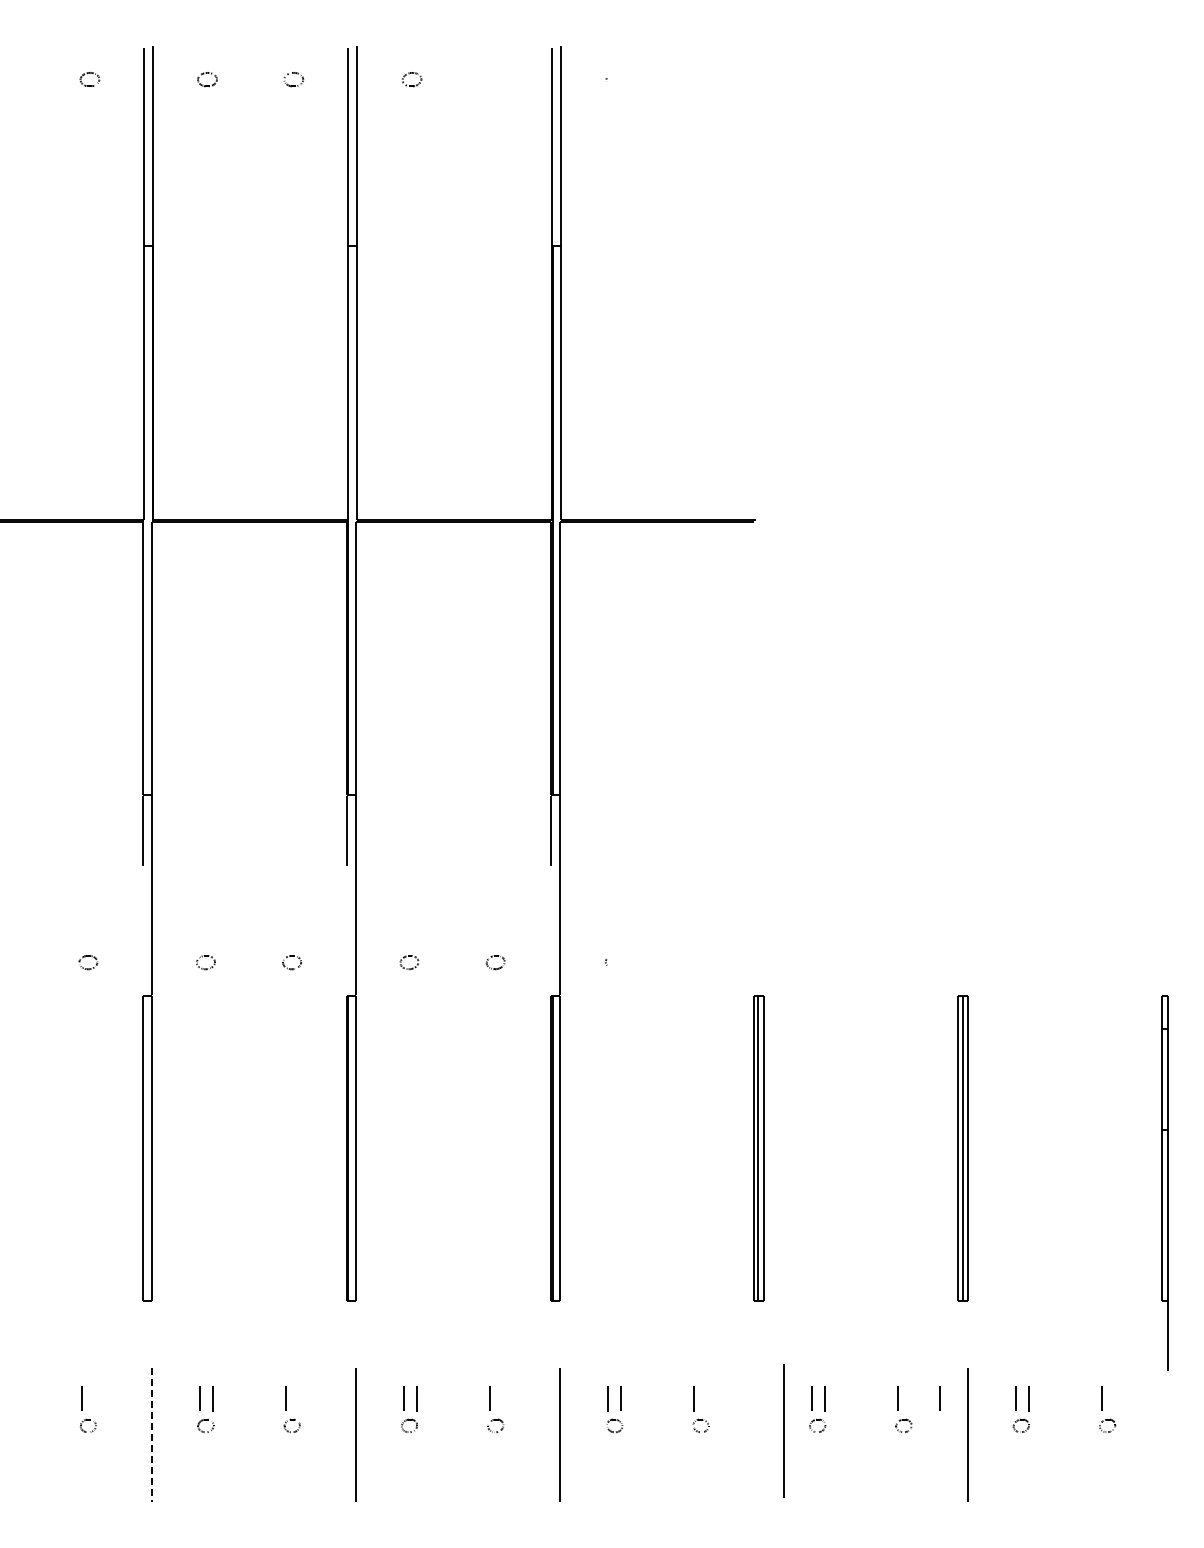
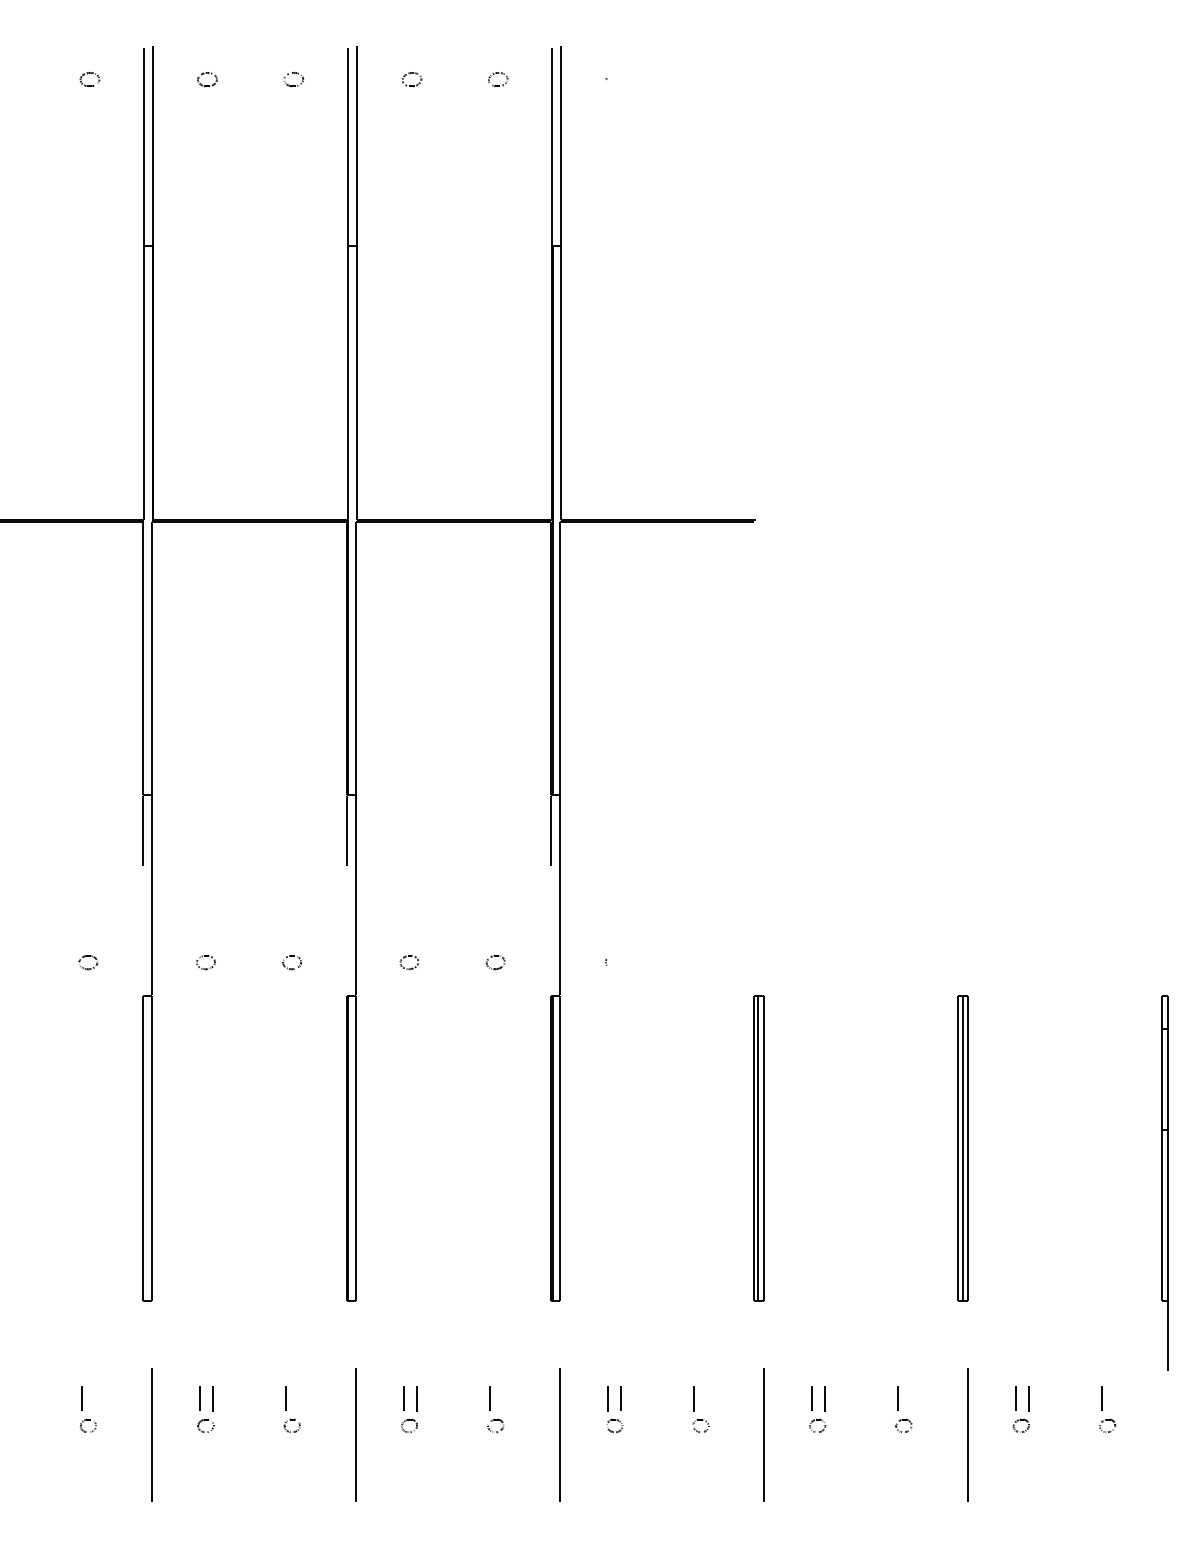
part at (498, 79): none -> present
line at (939, 1398): present -> none
line at (783, 1430) position: (783, 1430) -> (763, 1434)
line at (152, 1434): dashed -> solid
